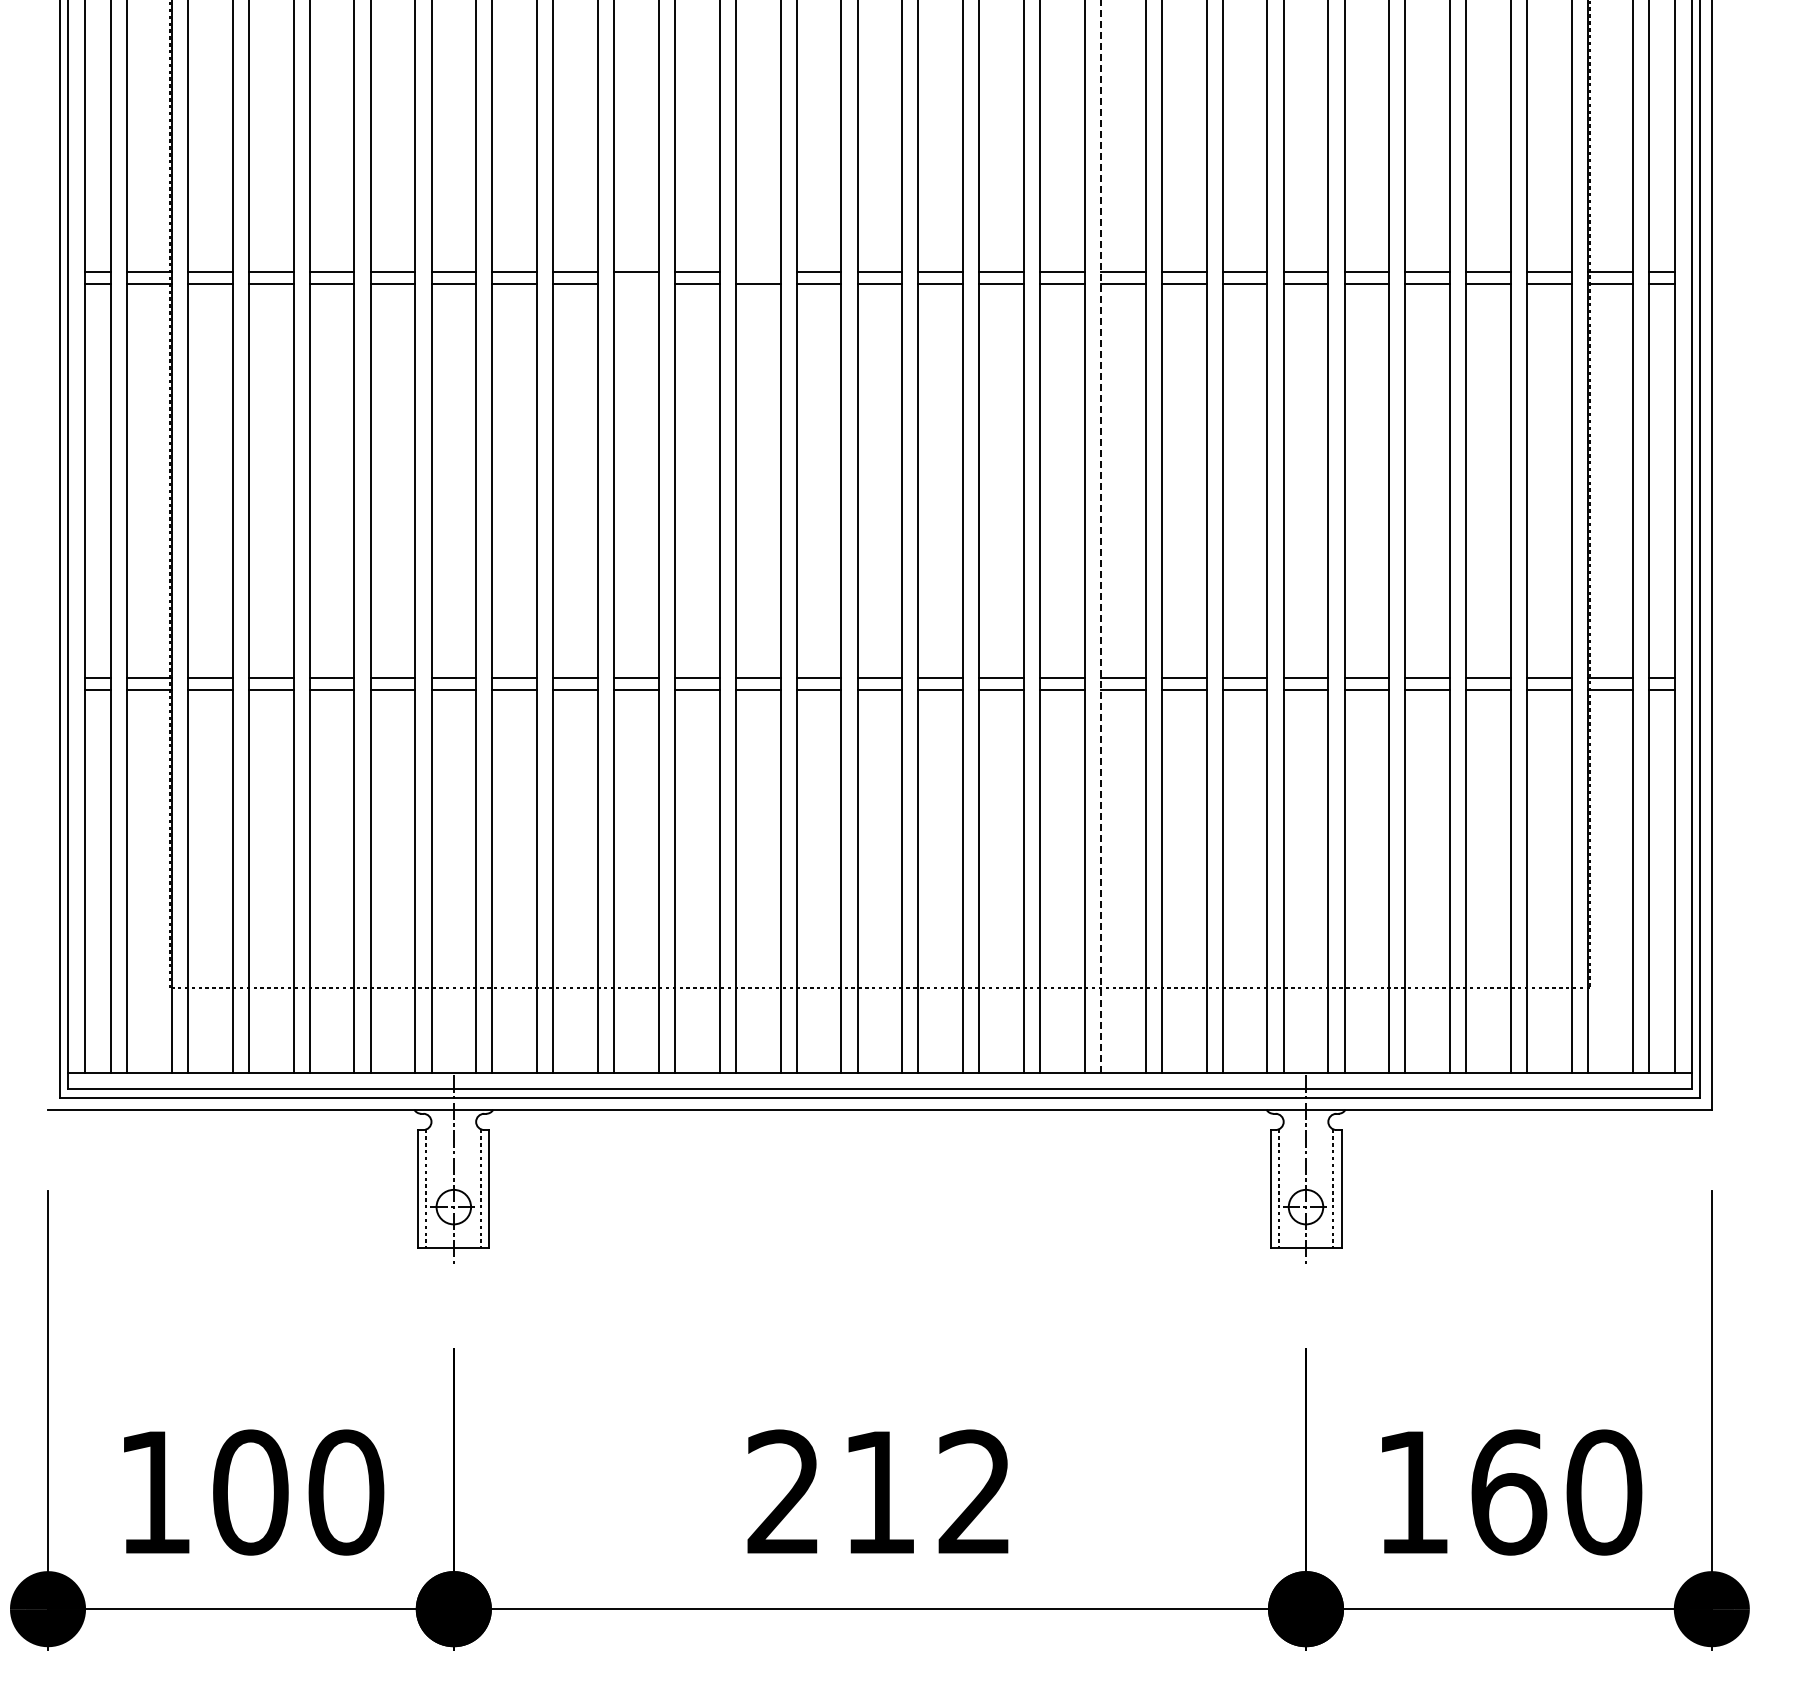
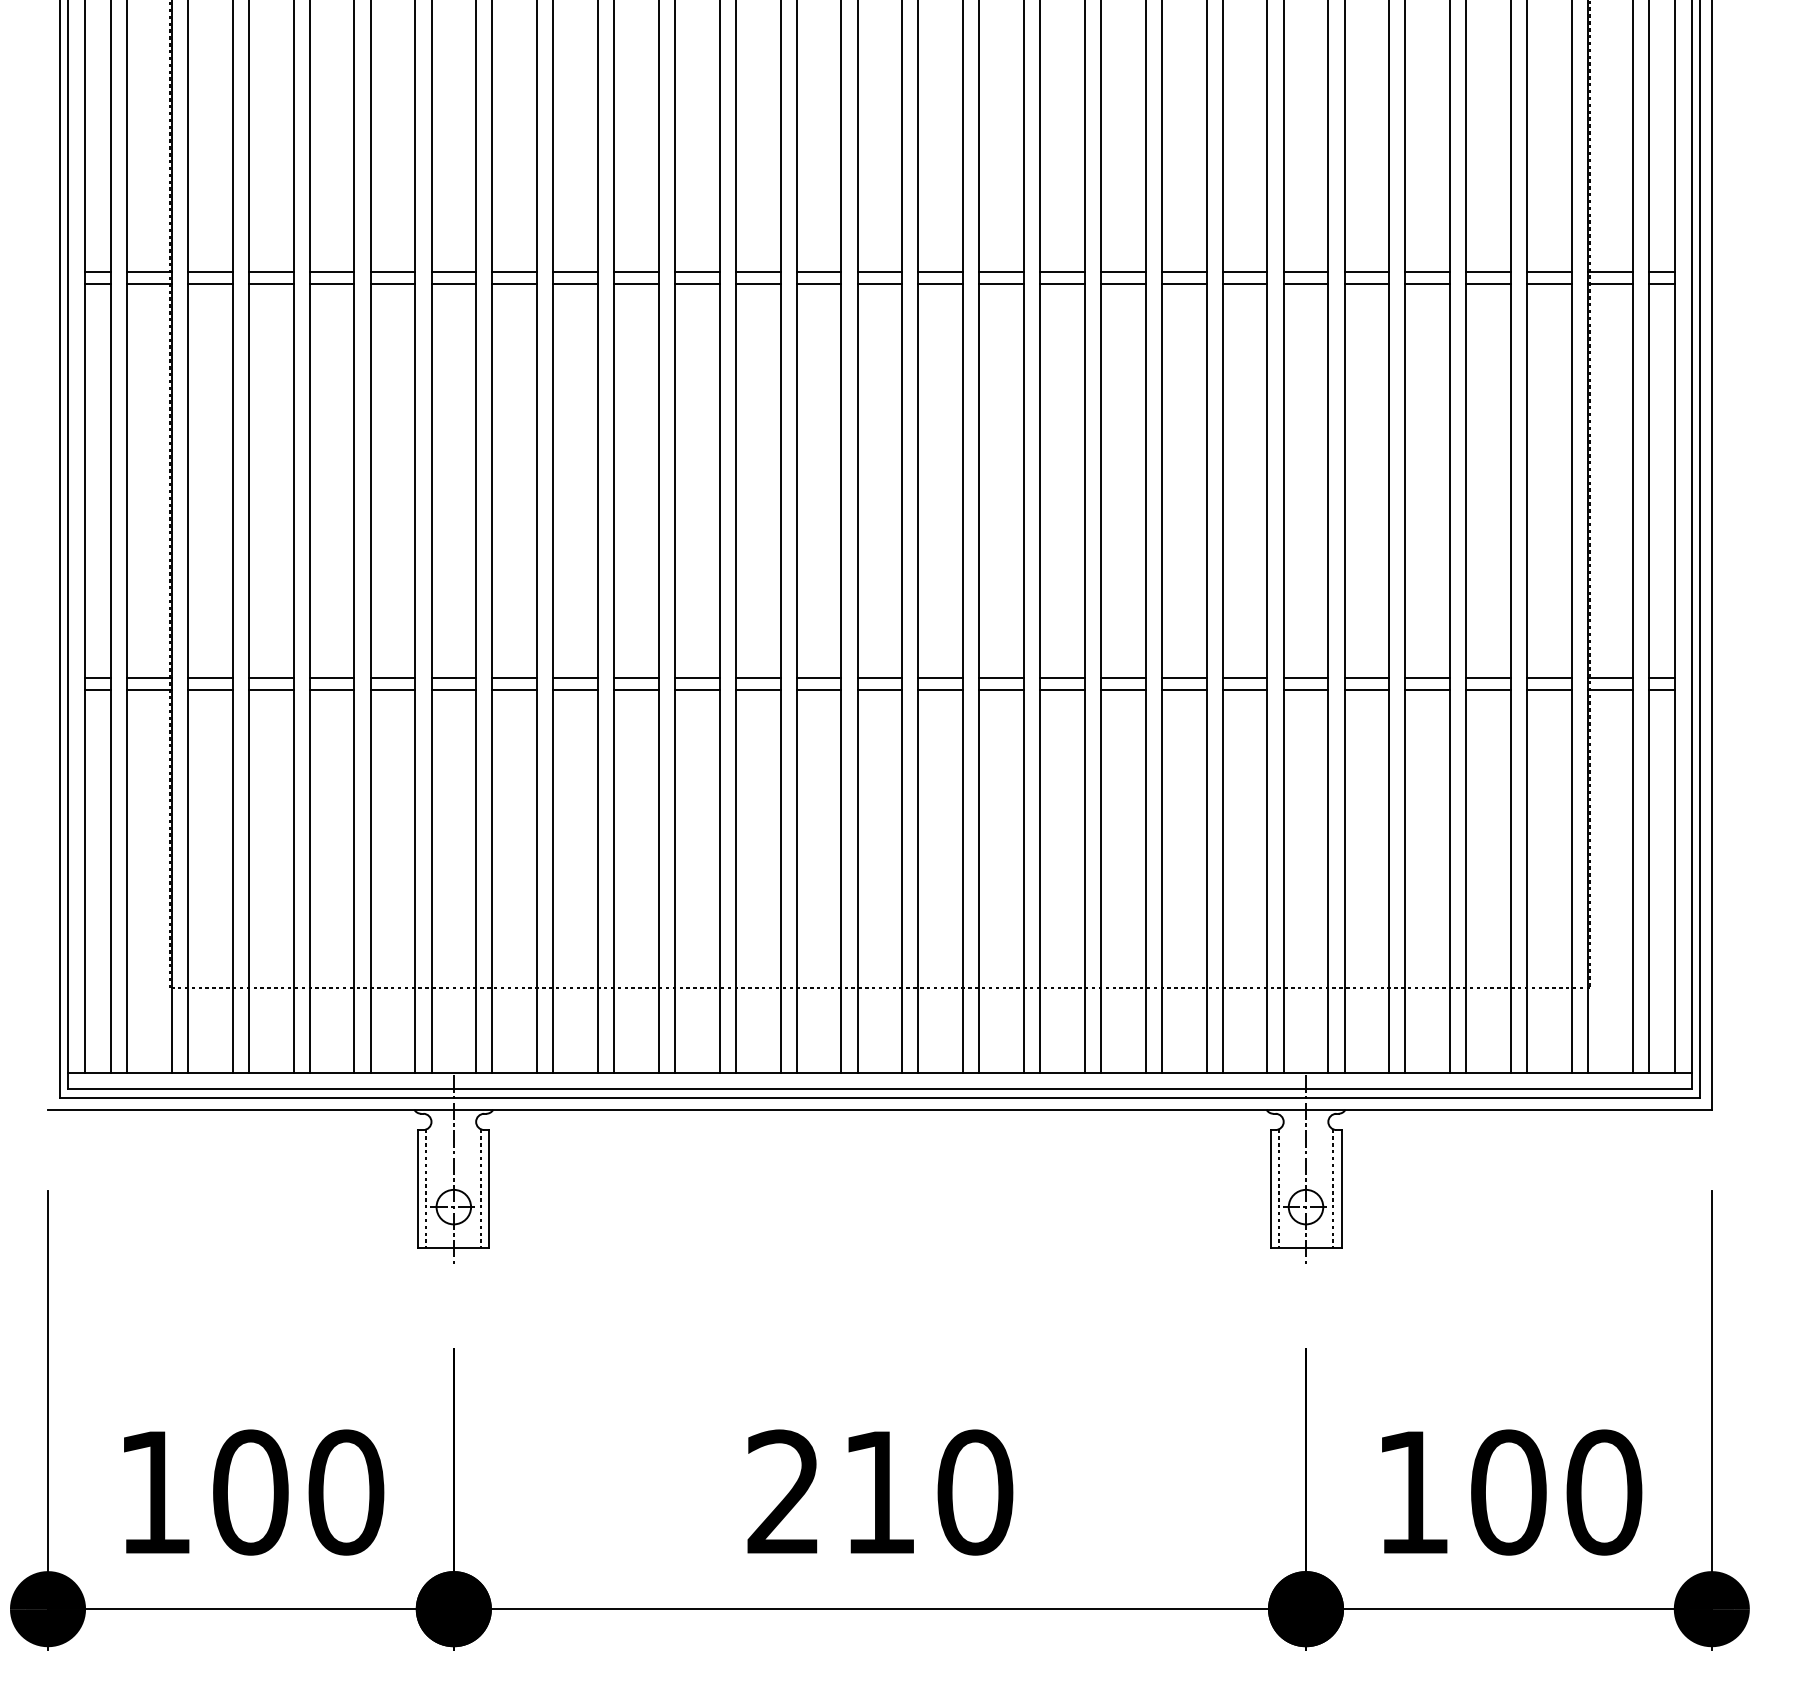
line at (757, 271): none -> present
line at (636, 283): none -> present
line at (1101, 536): dashed -> solid
text at (975, 1492): 212 -> 210
text at (1509, 1492): 160 -> 100
